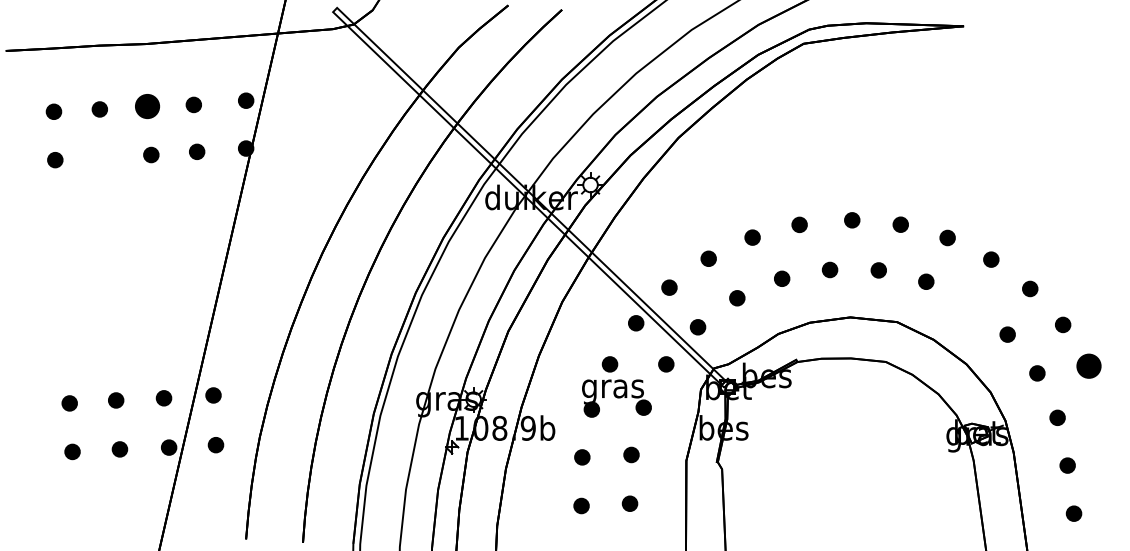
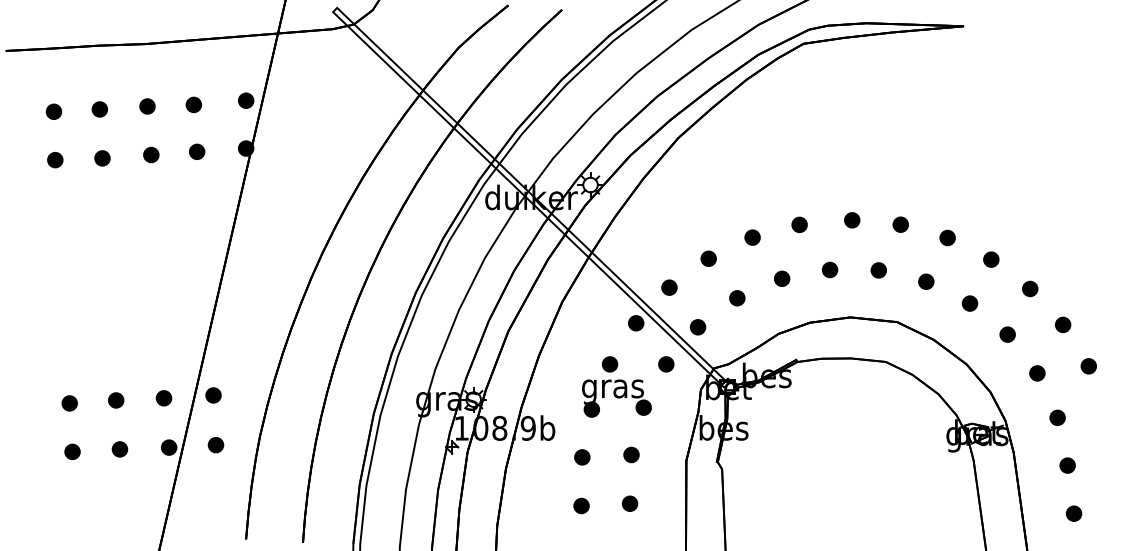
part at (147, 106) size: 26x25 px -> 17x17 px
part at (102, 158): none -> present
part at (969, 303): none -> present
part at (1088, 365) size: 26x26 px -> 17x17 px
